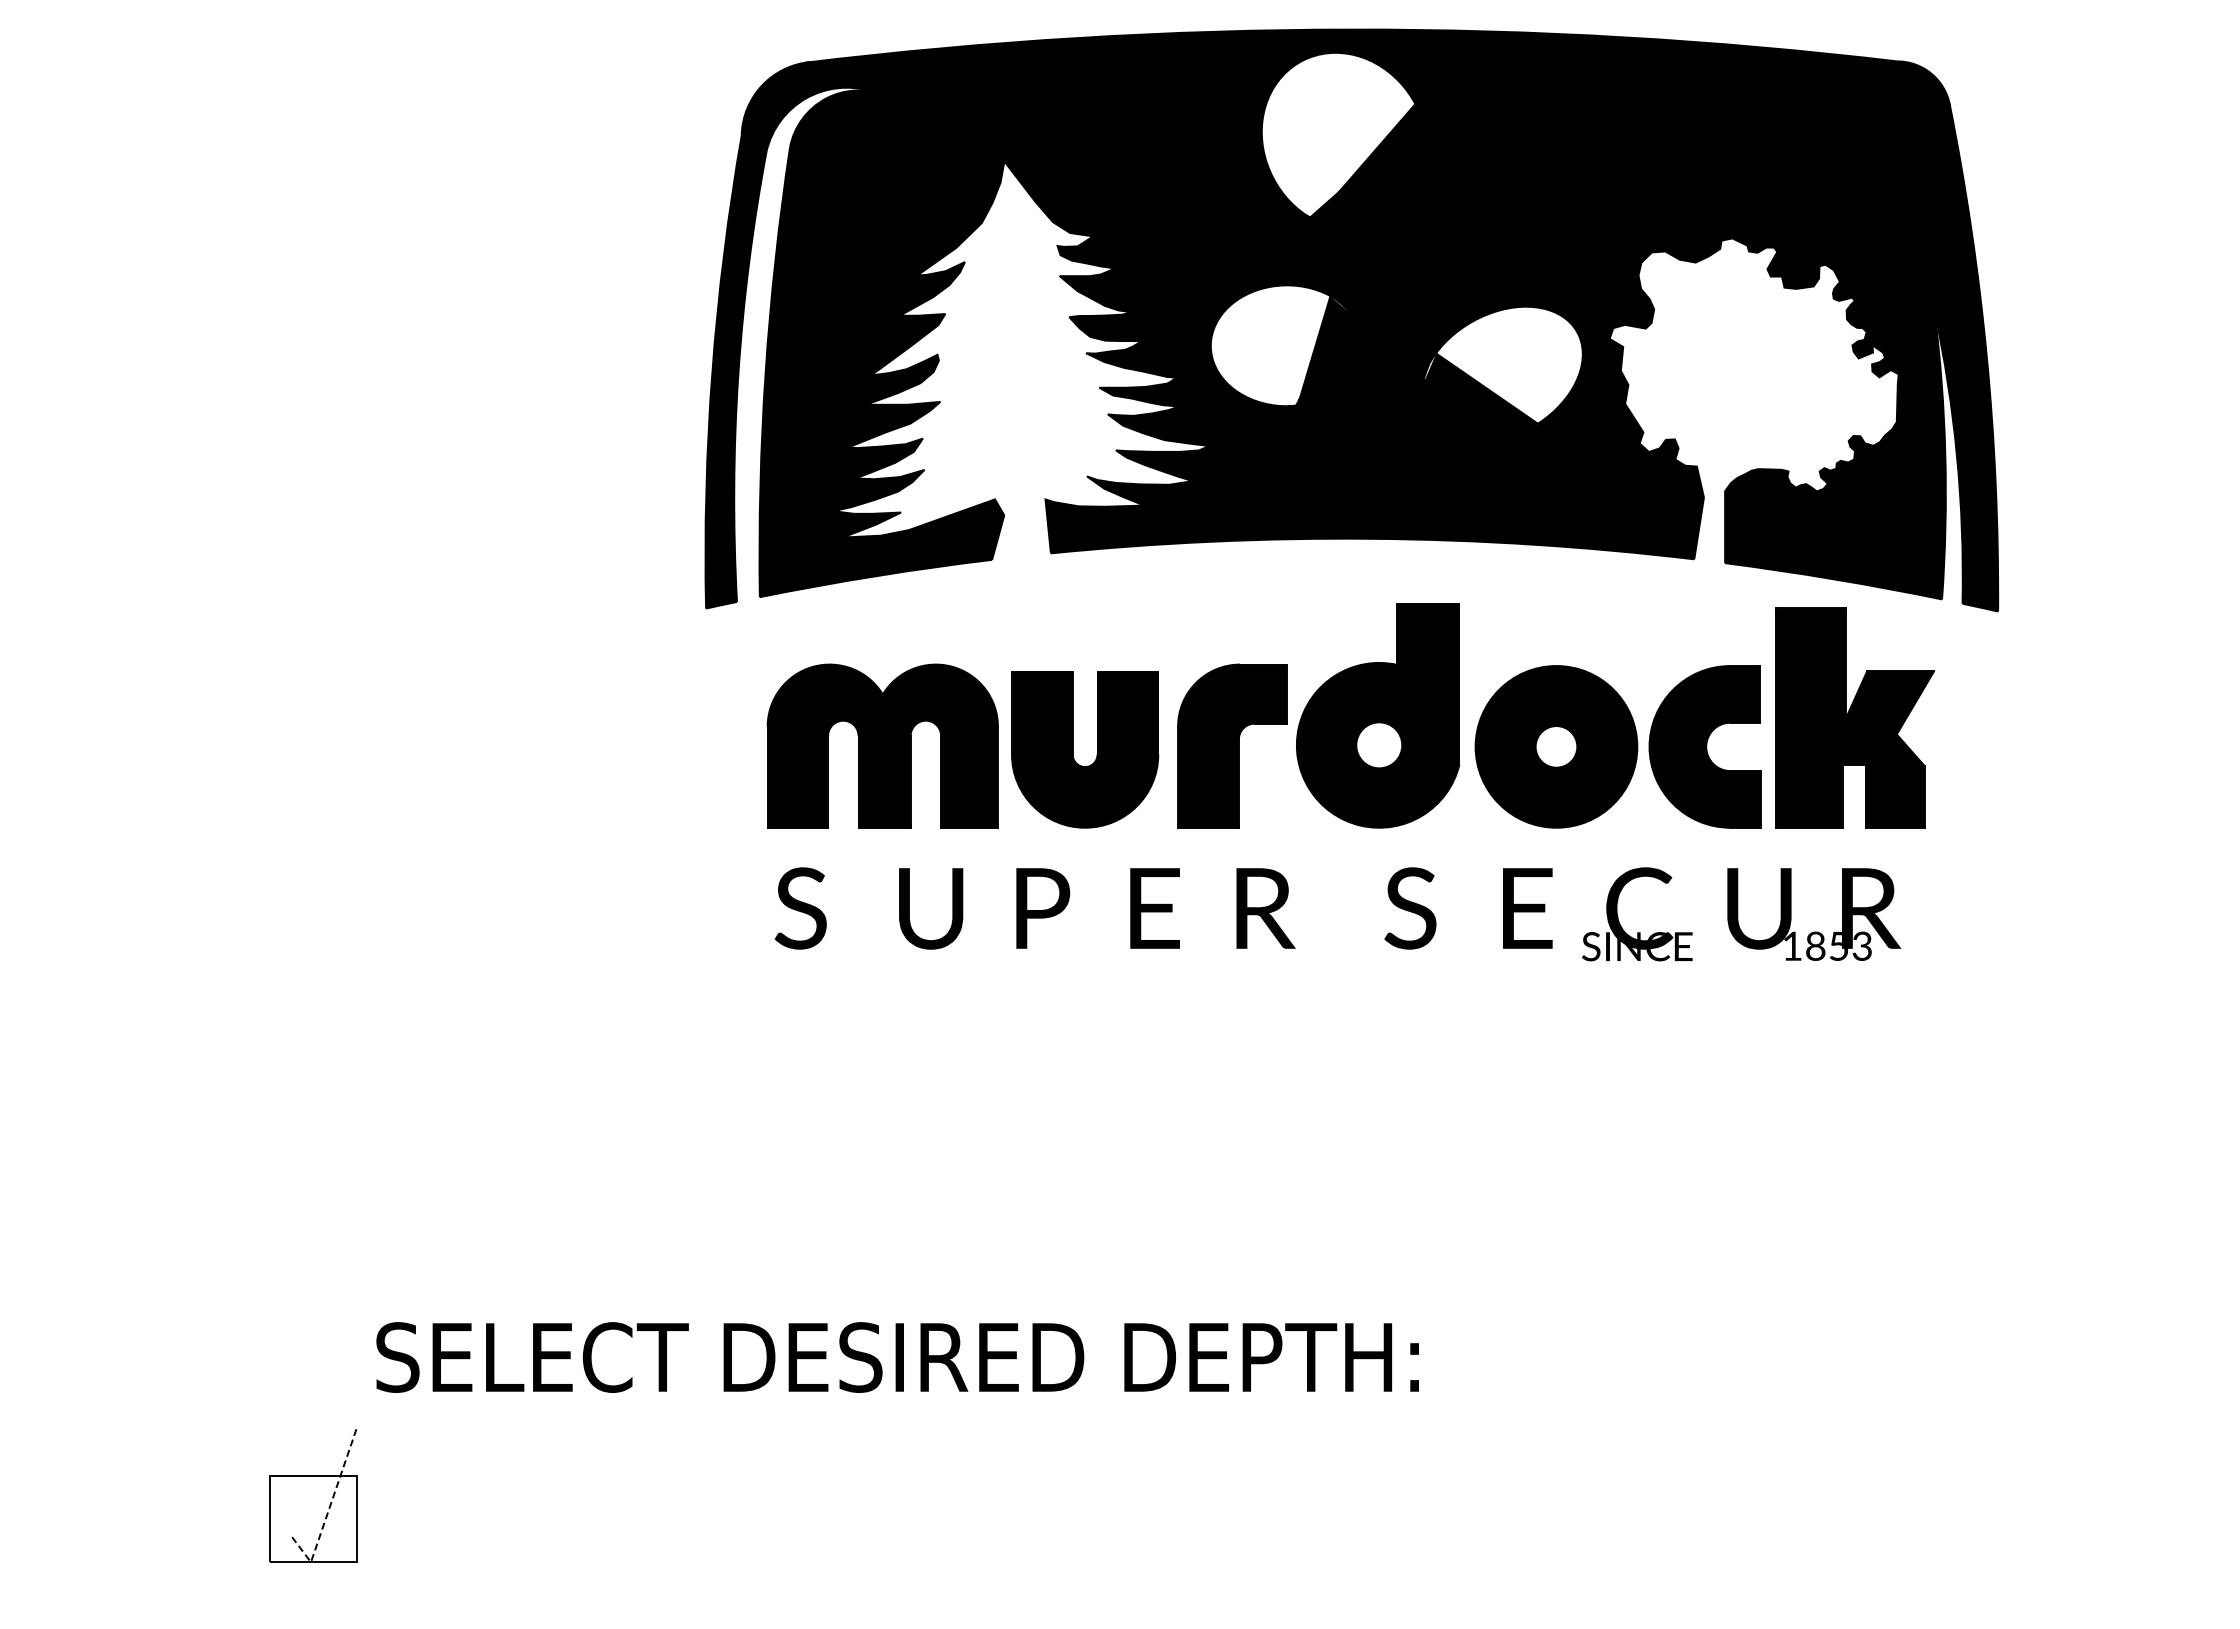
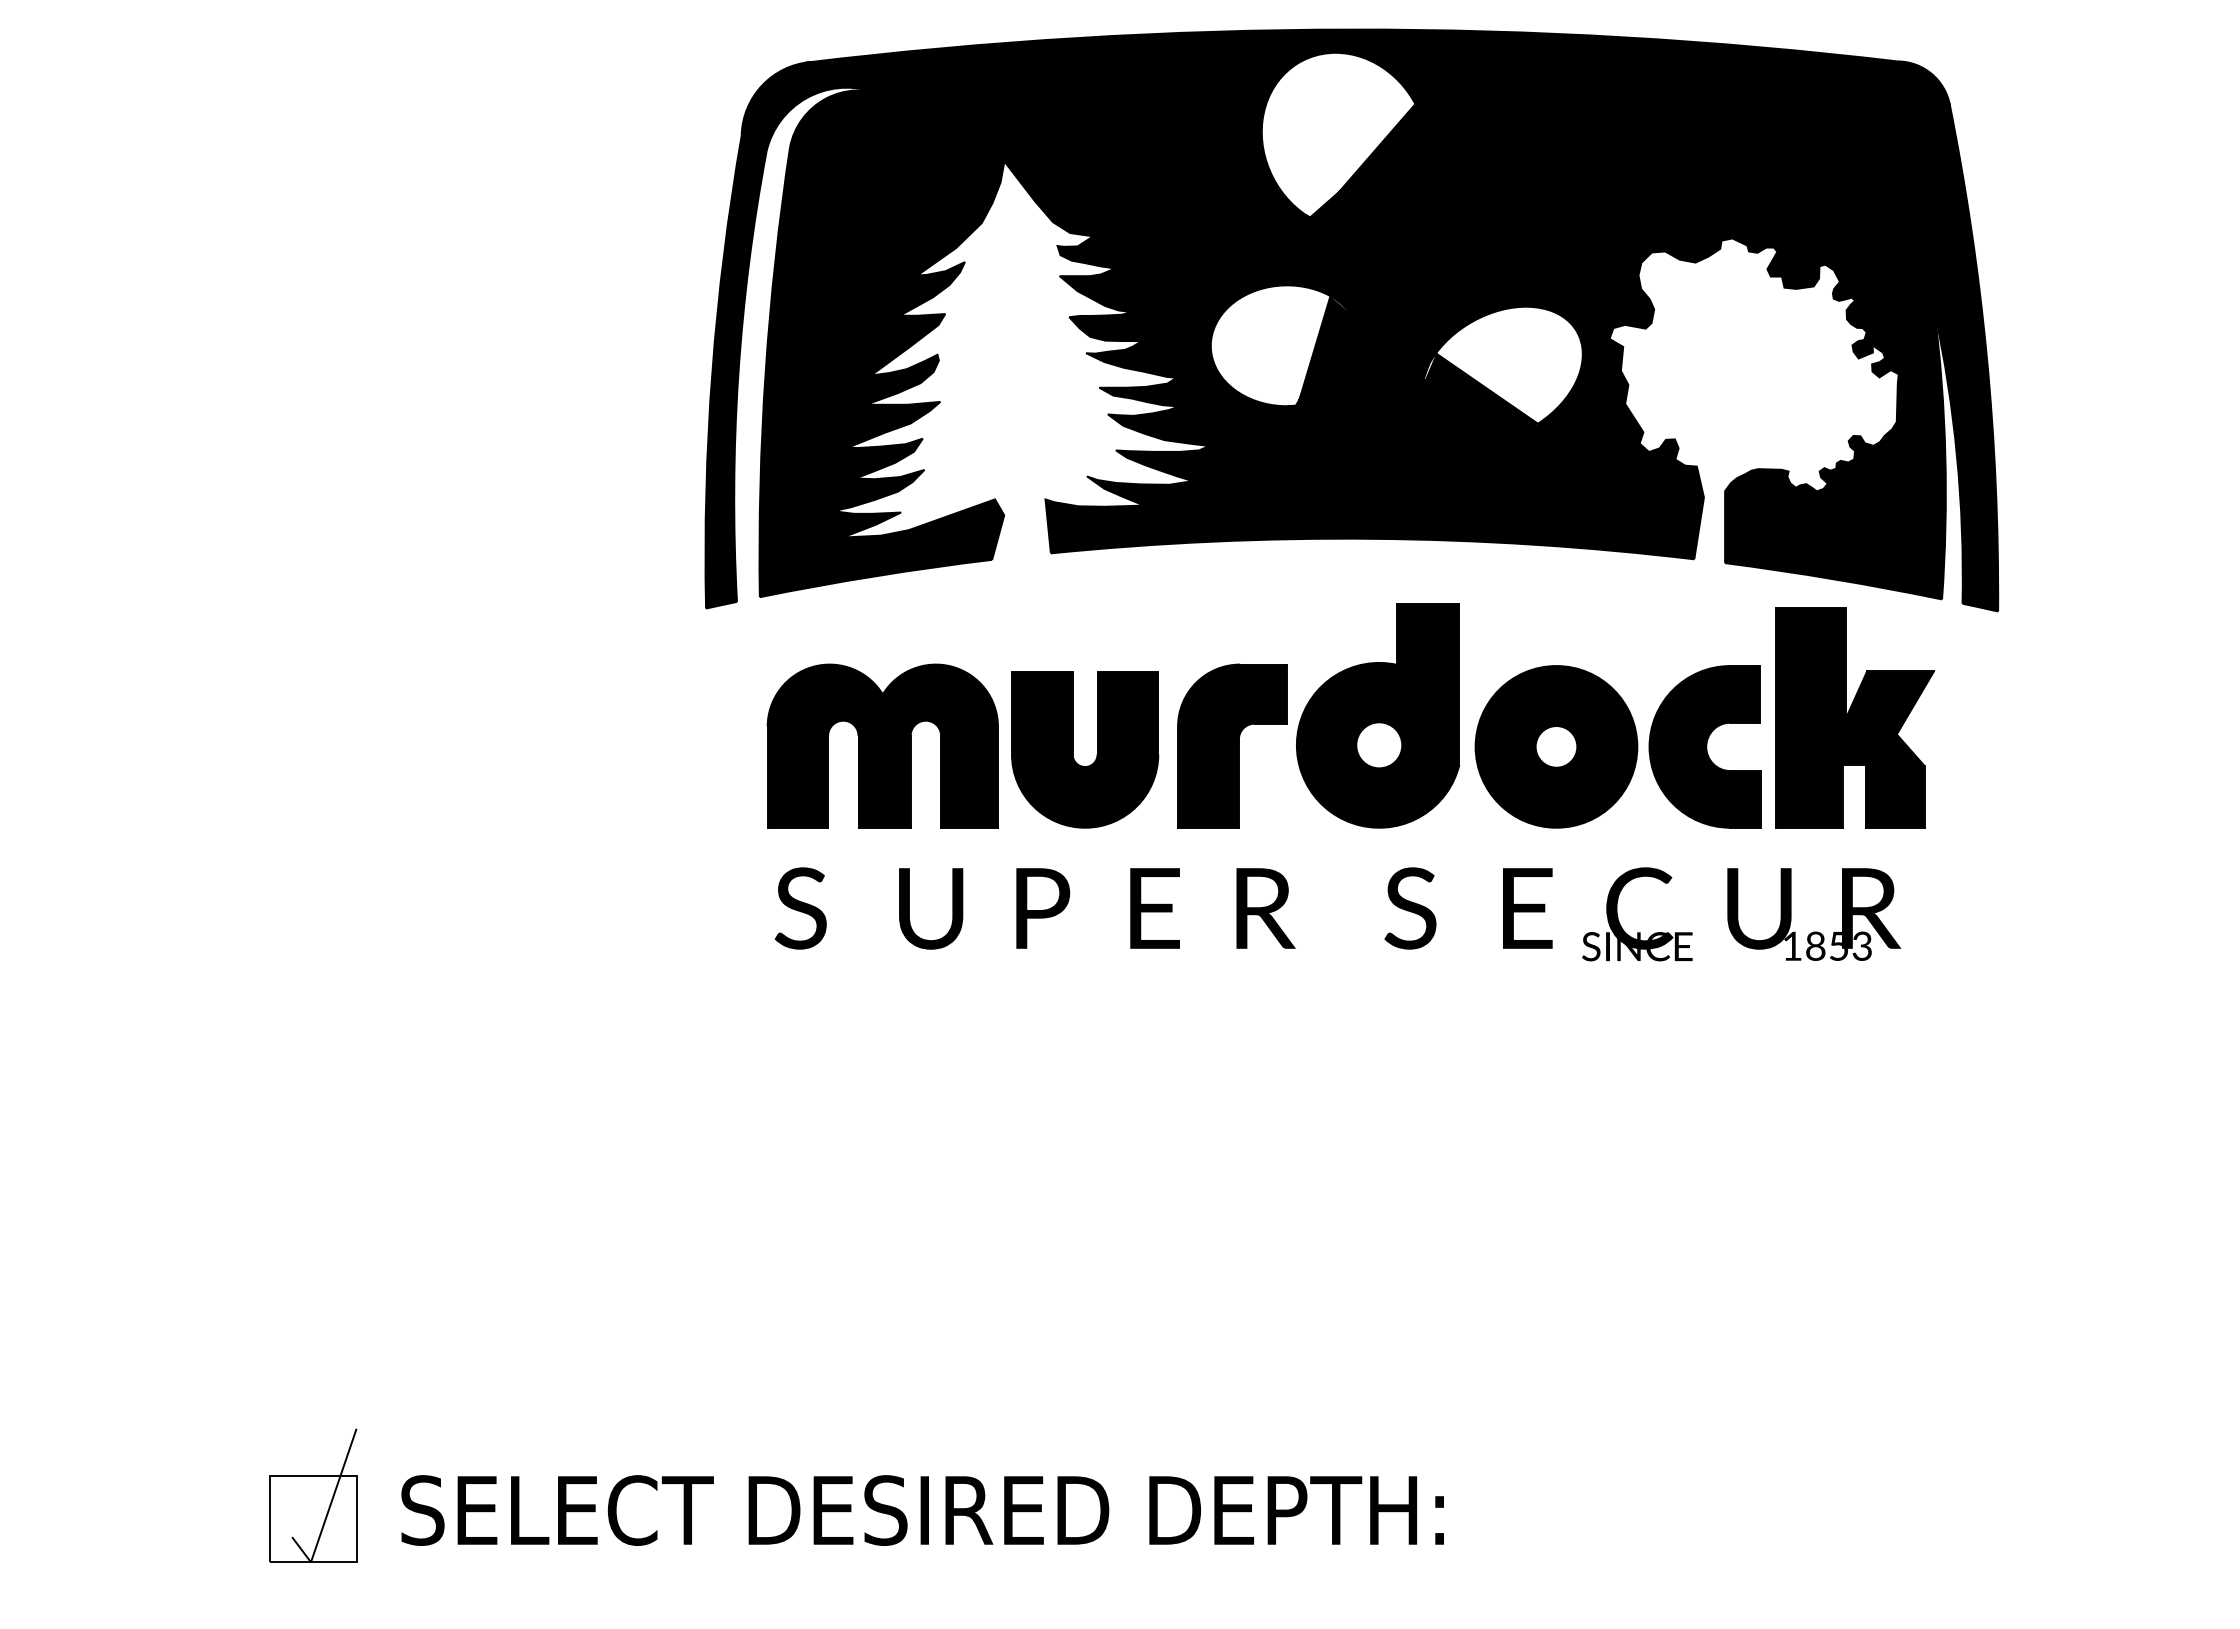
text at (897, 1357) position: (897, 1357) -> (922, 1510)
line at (328, 1510): dashed -> solid
